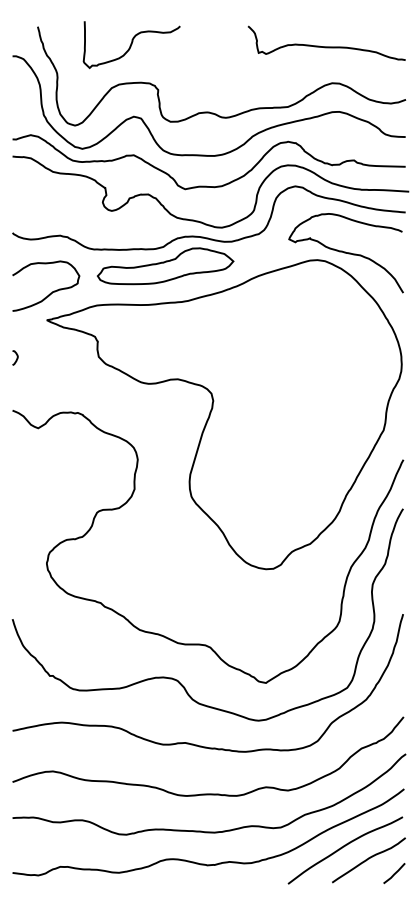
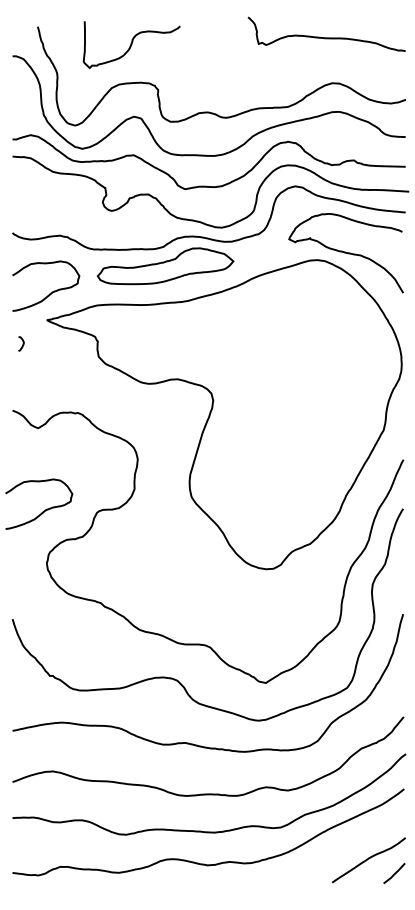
curve at (326, 46) position: (326, 46) -> (326, 37)
curve at (16, 357) position: (16, 357) -> (22, 343)
curve at (43, 510): none -> present
curve at (344, 847): present -> none
